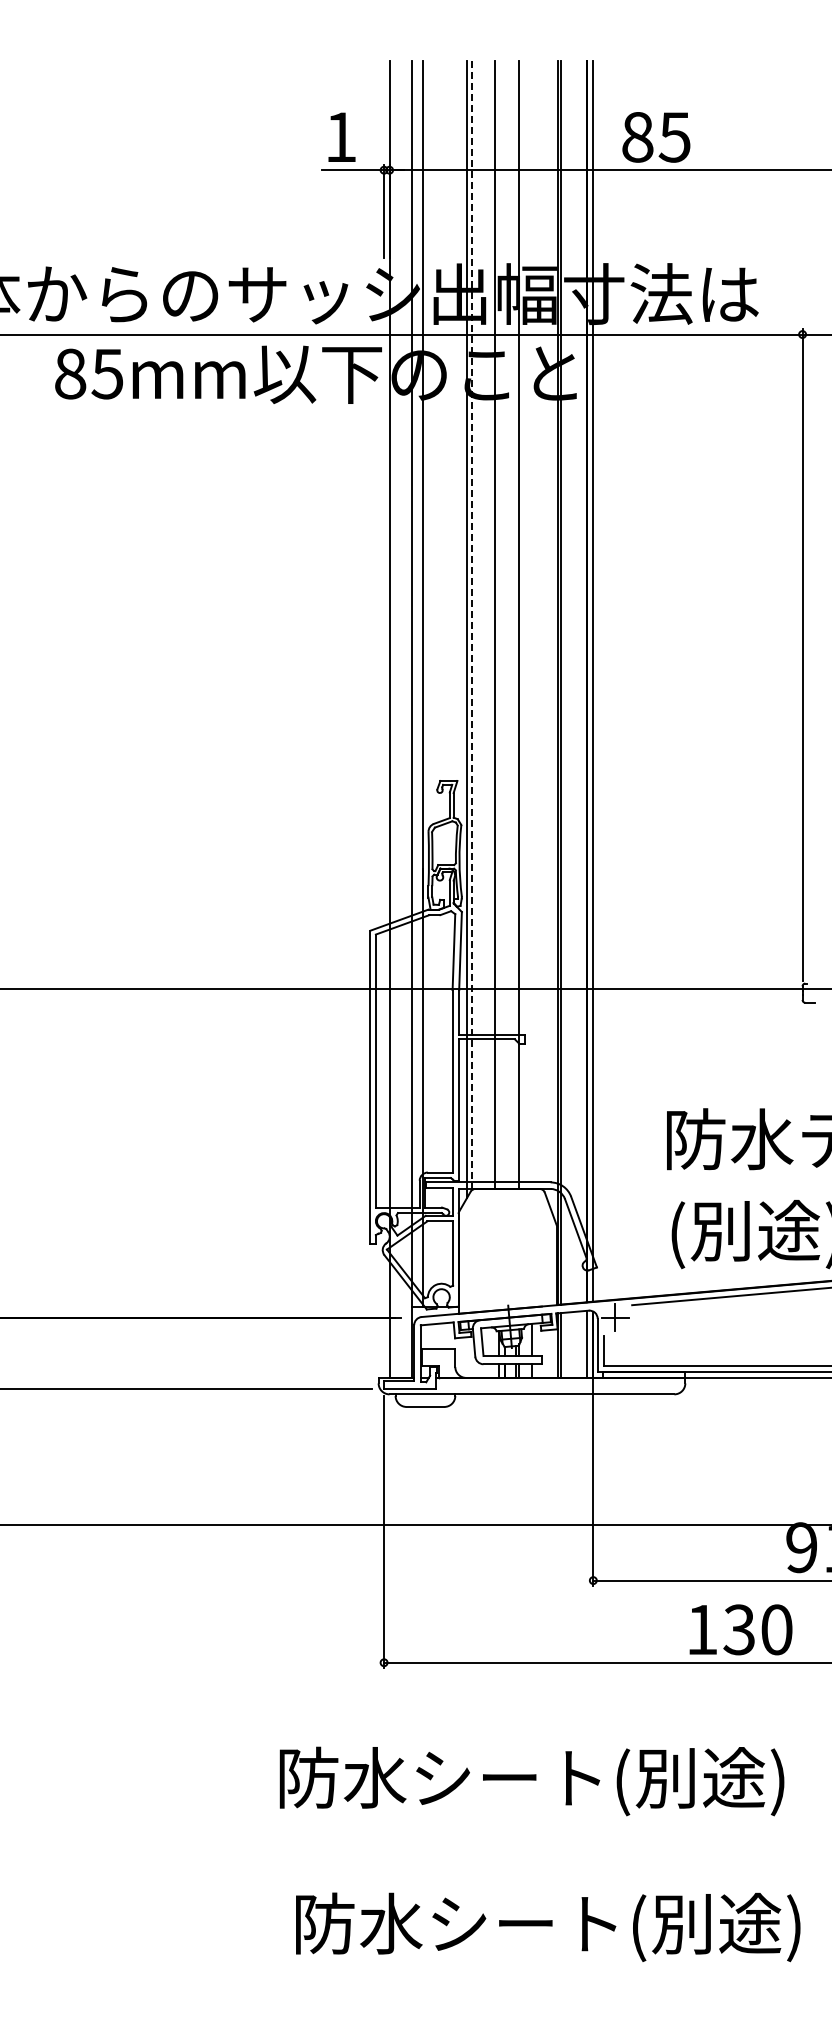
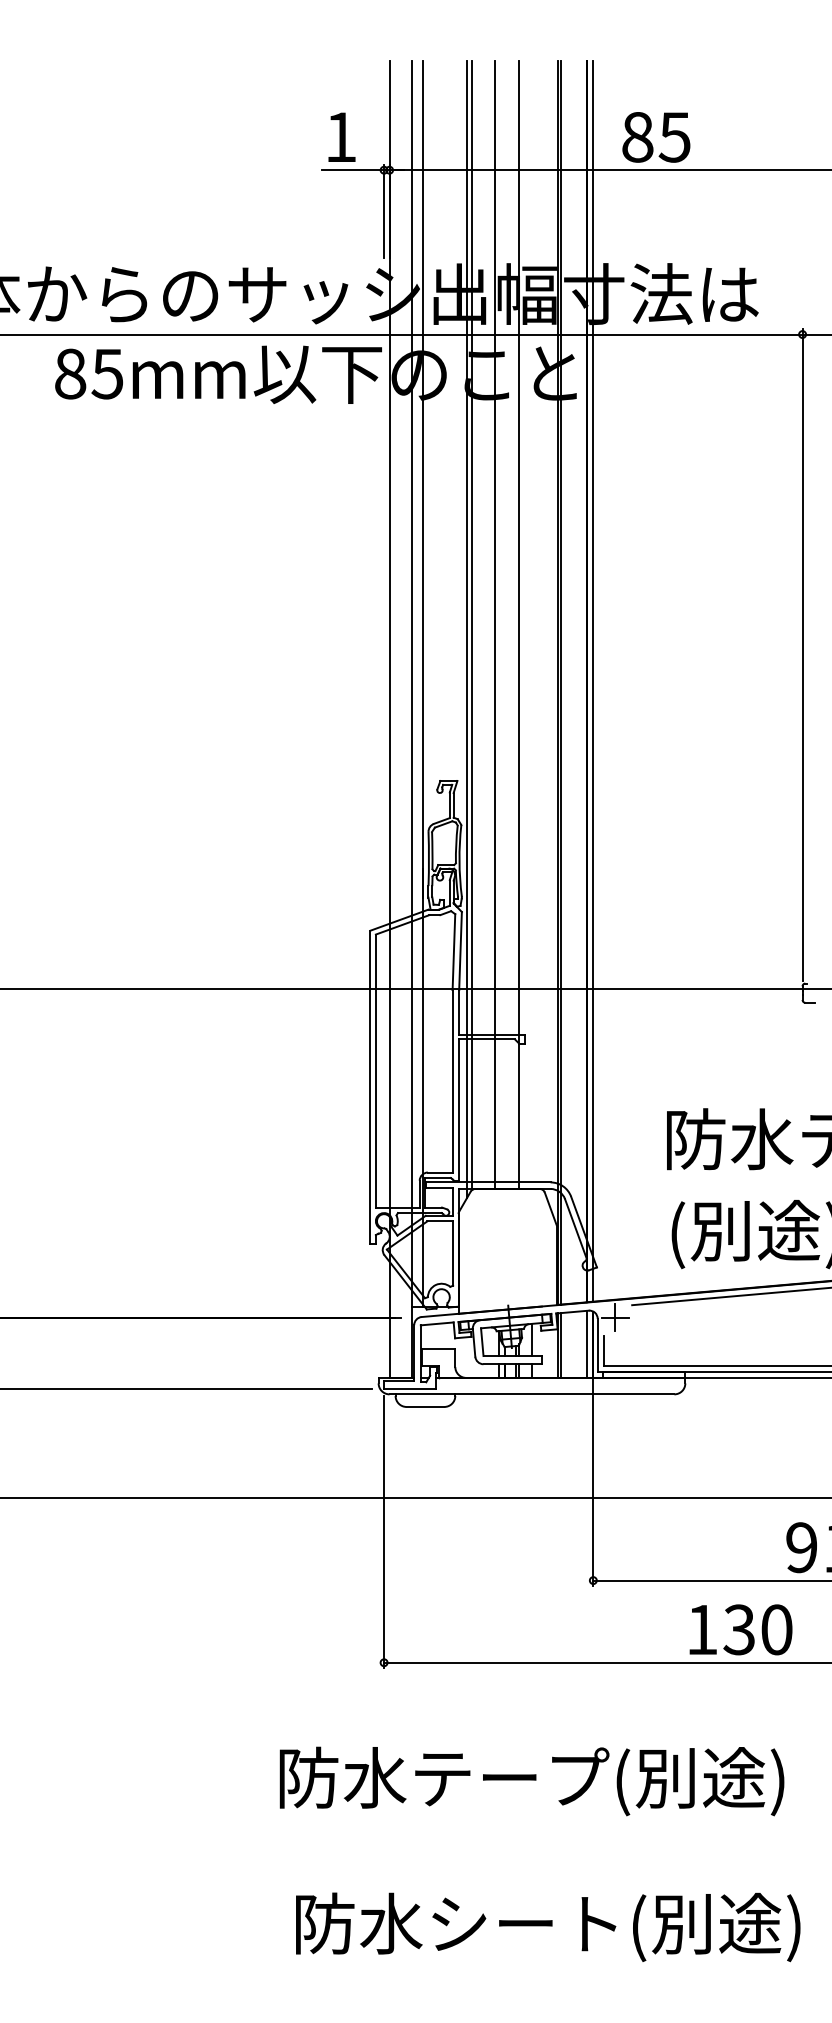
line at (472, 625): dashed -> solid
line at (415, 1525) position: (415, 1525) -> (415, 1498)
text at (512, 1776): 防水シート(別途) -> 防水テープ(別途)
